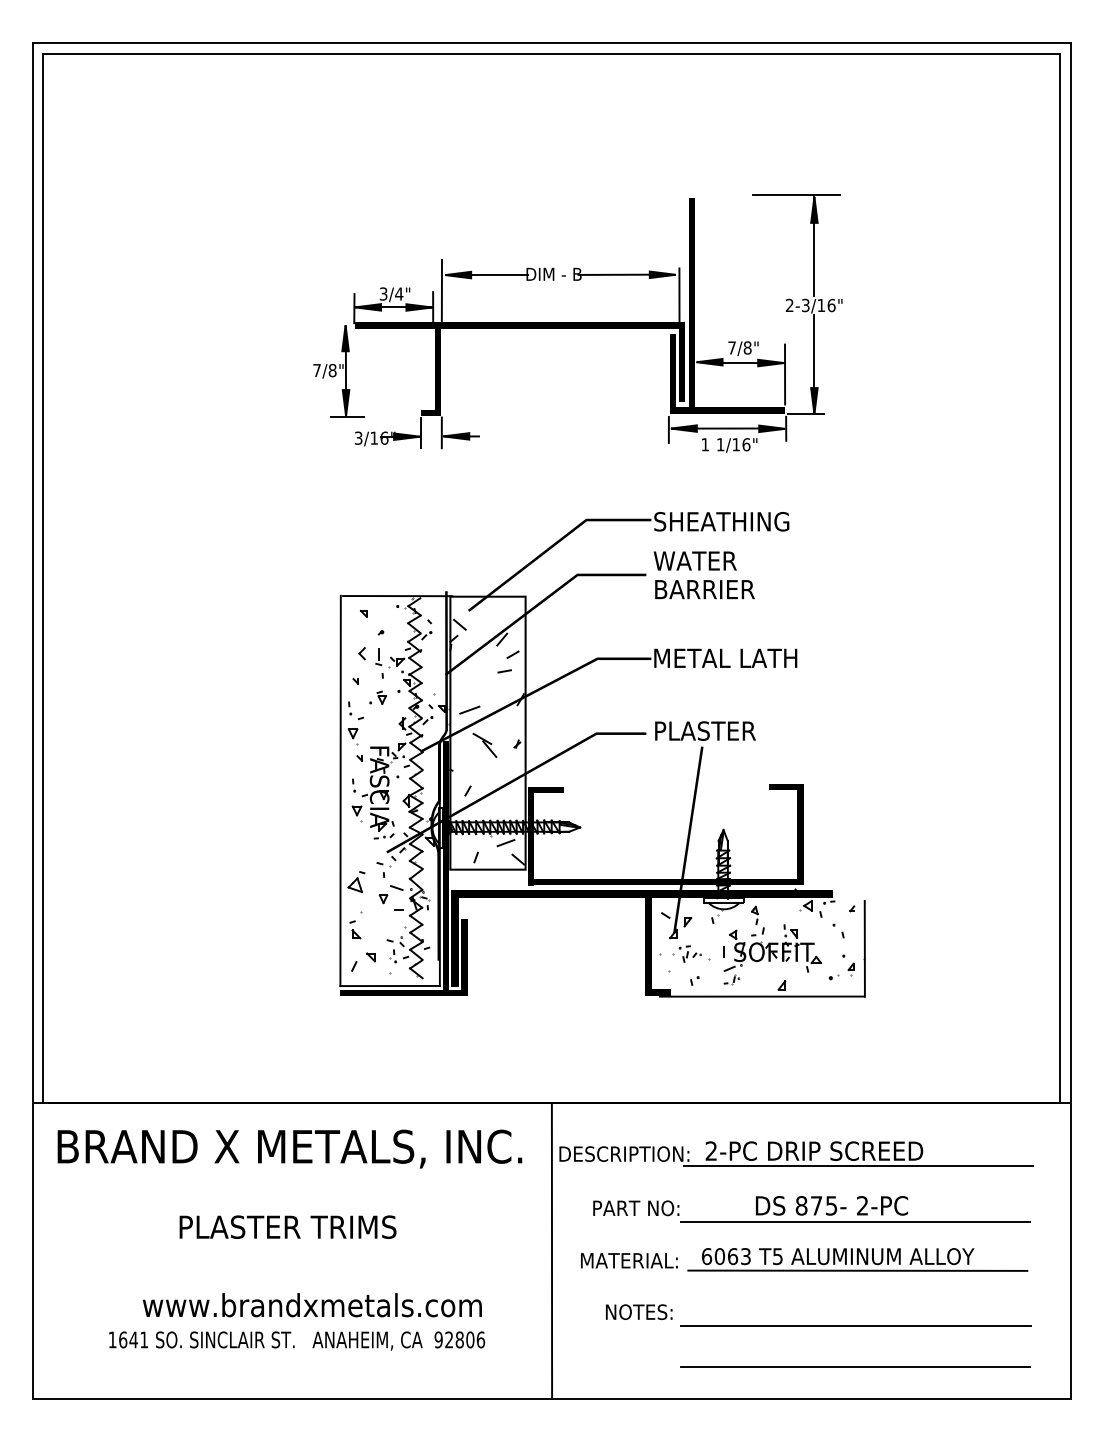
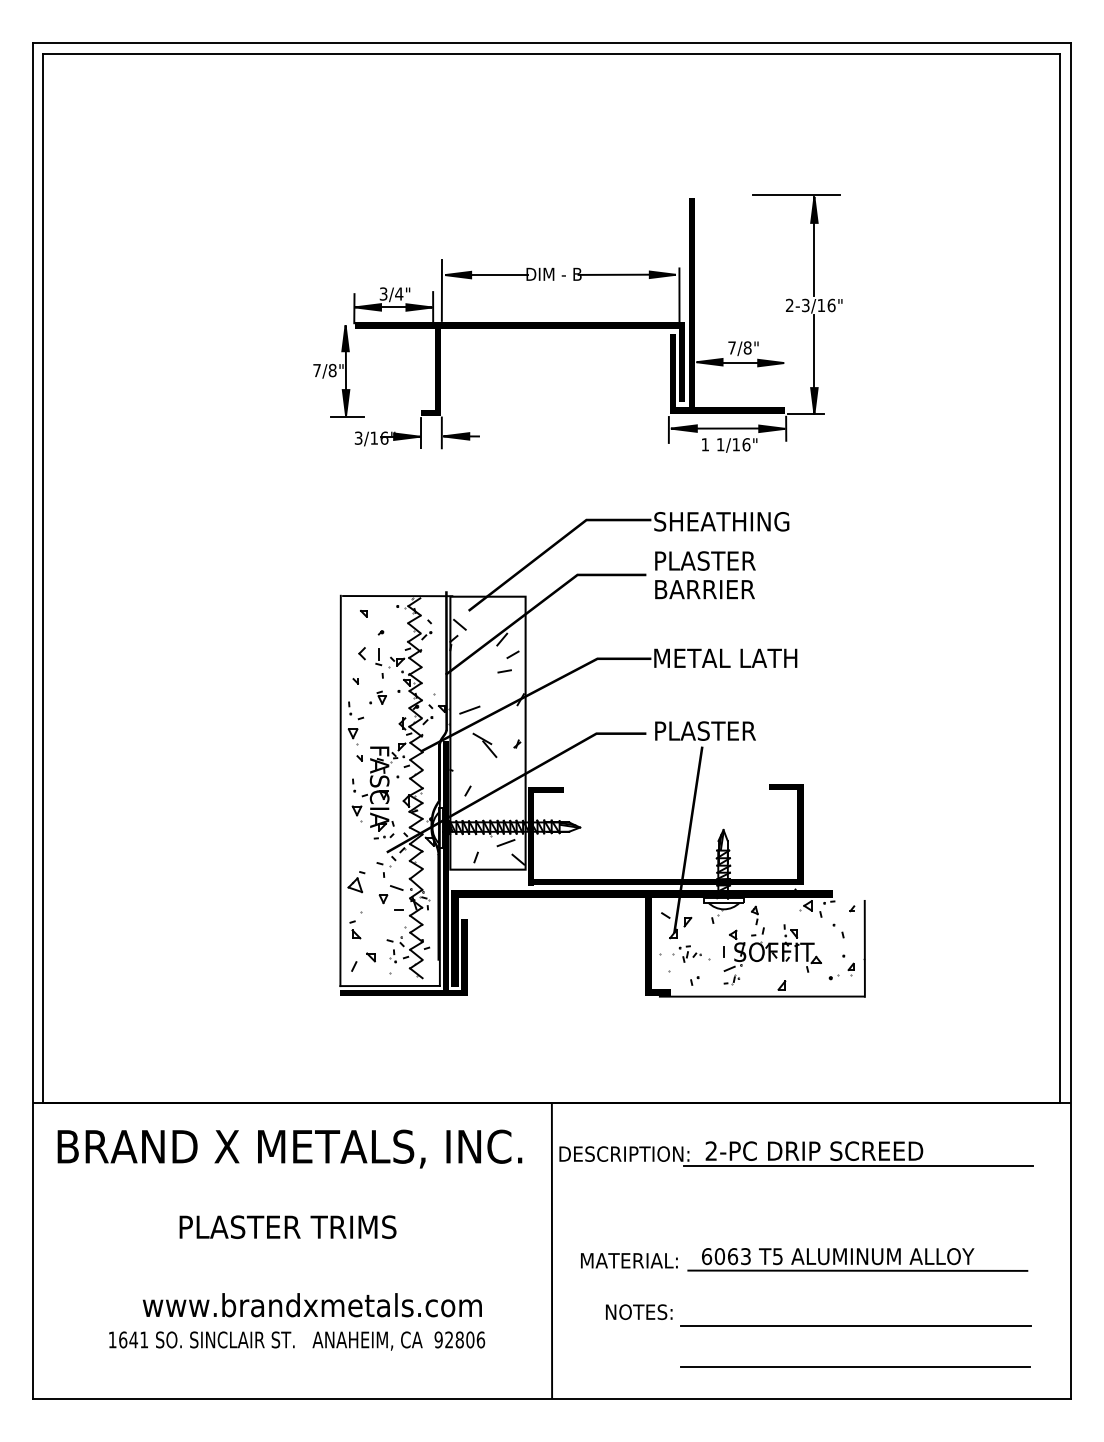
line at (785, 374): present -> none
text at (704, 560): WATER -> PLASTER
part at (811, 1209): present -> none
